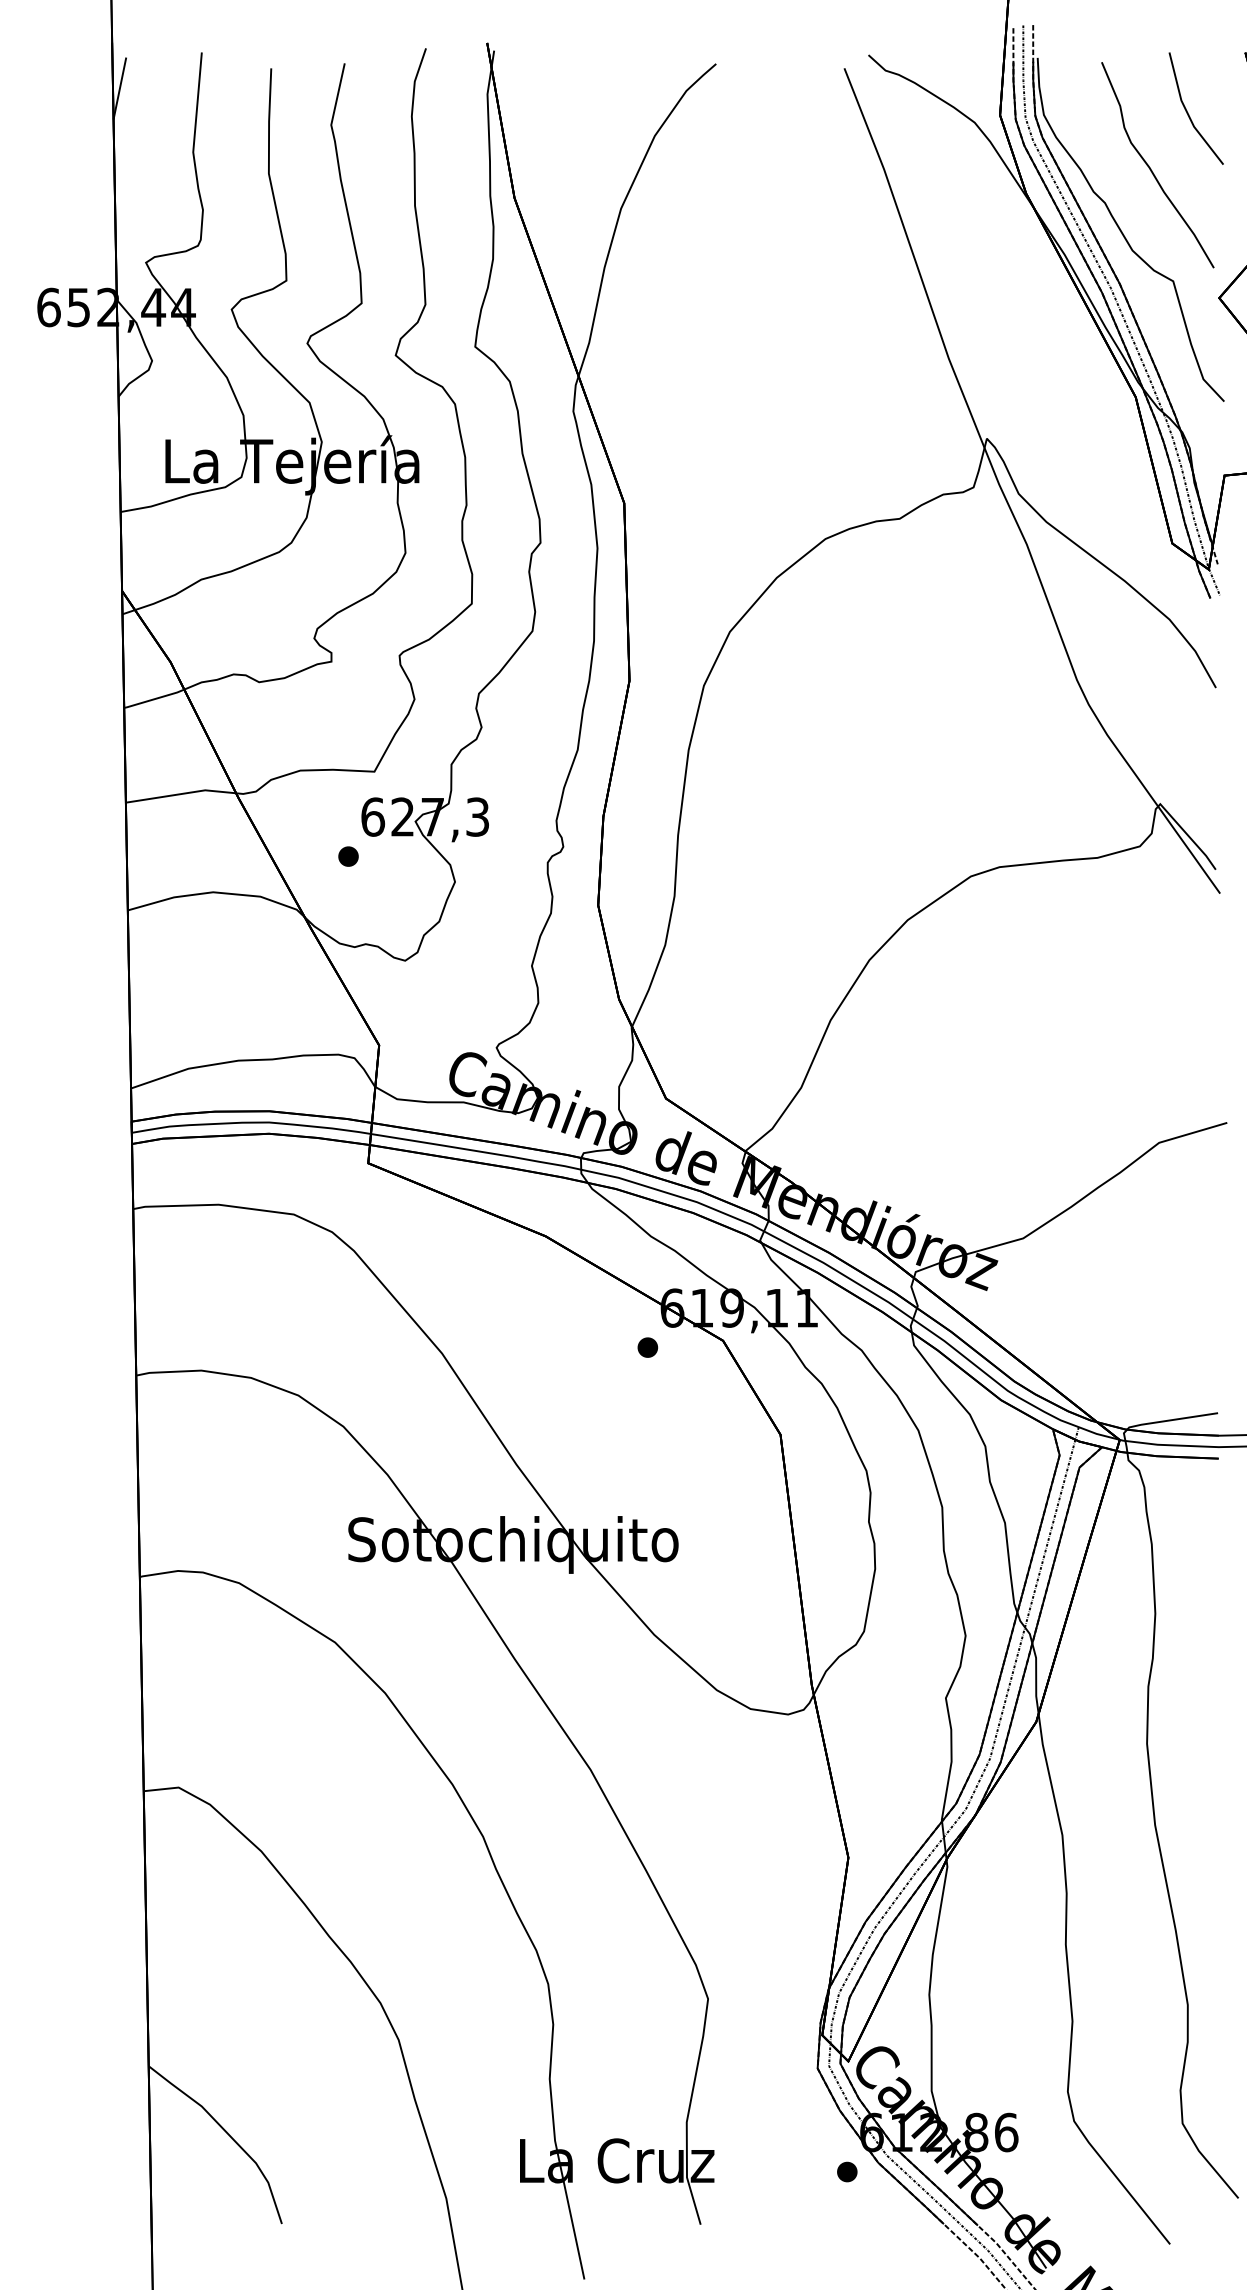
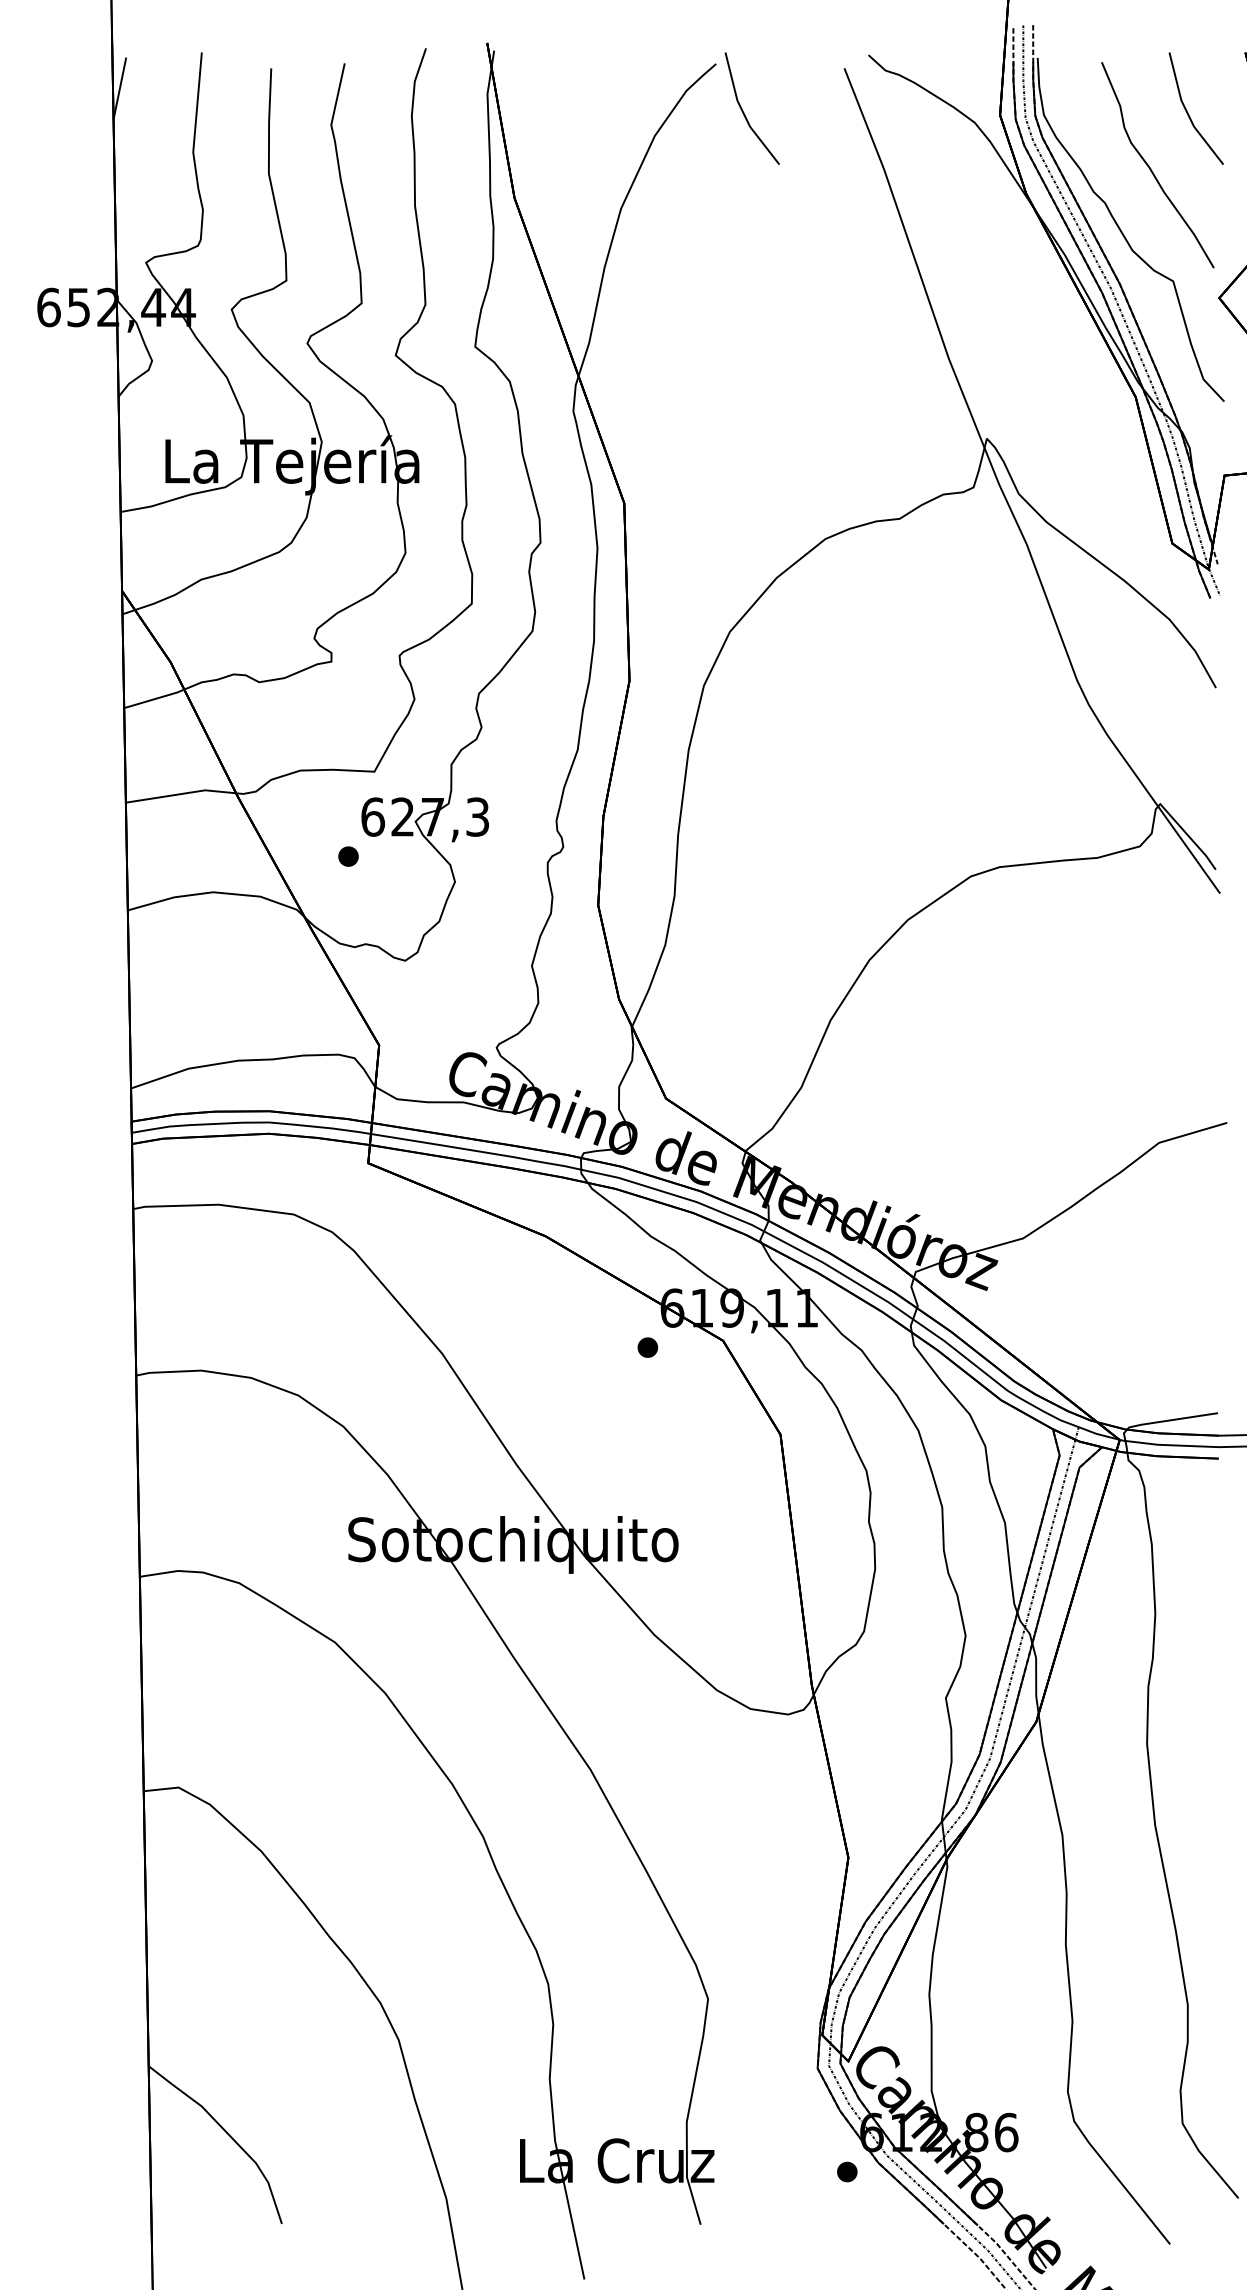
line at (744, 112): none -> present
